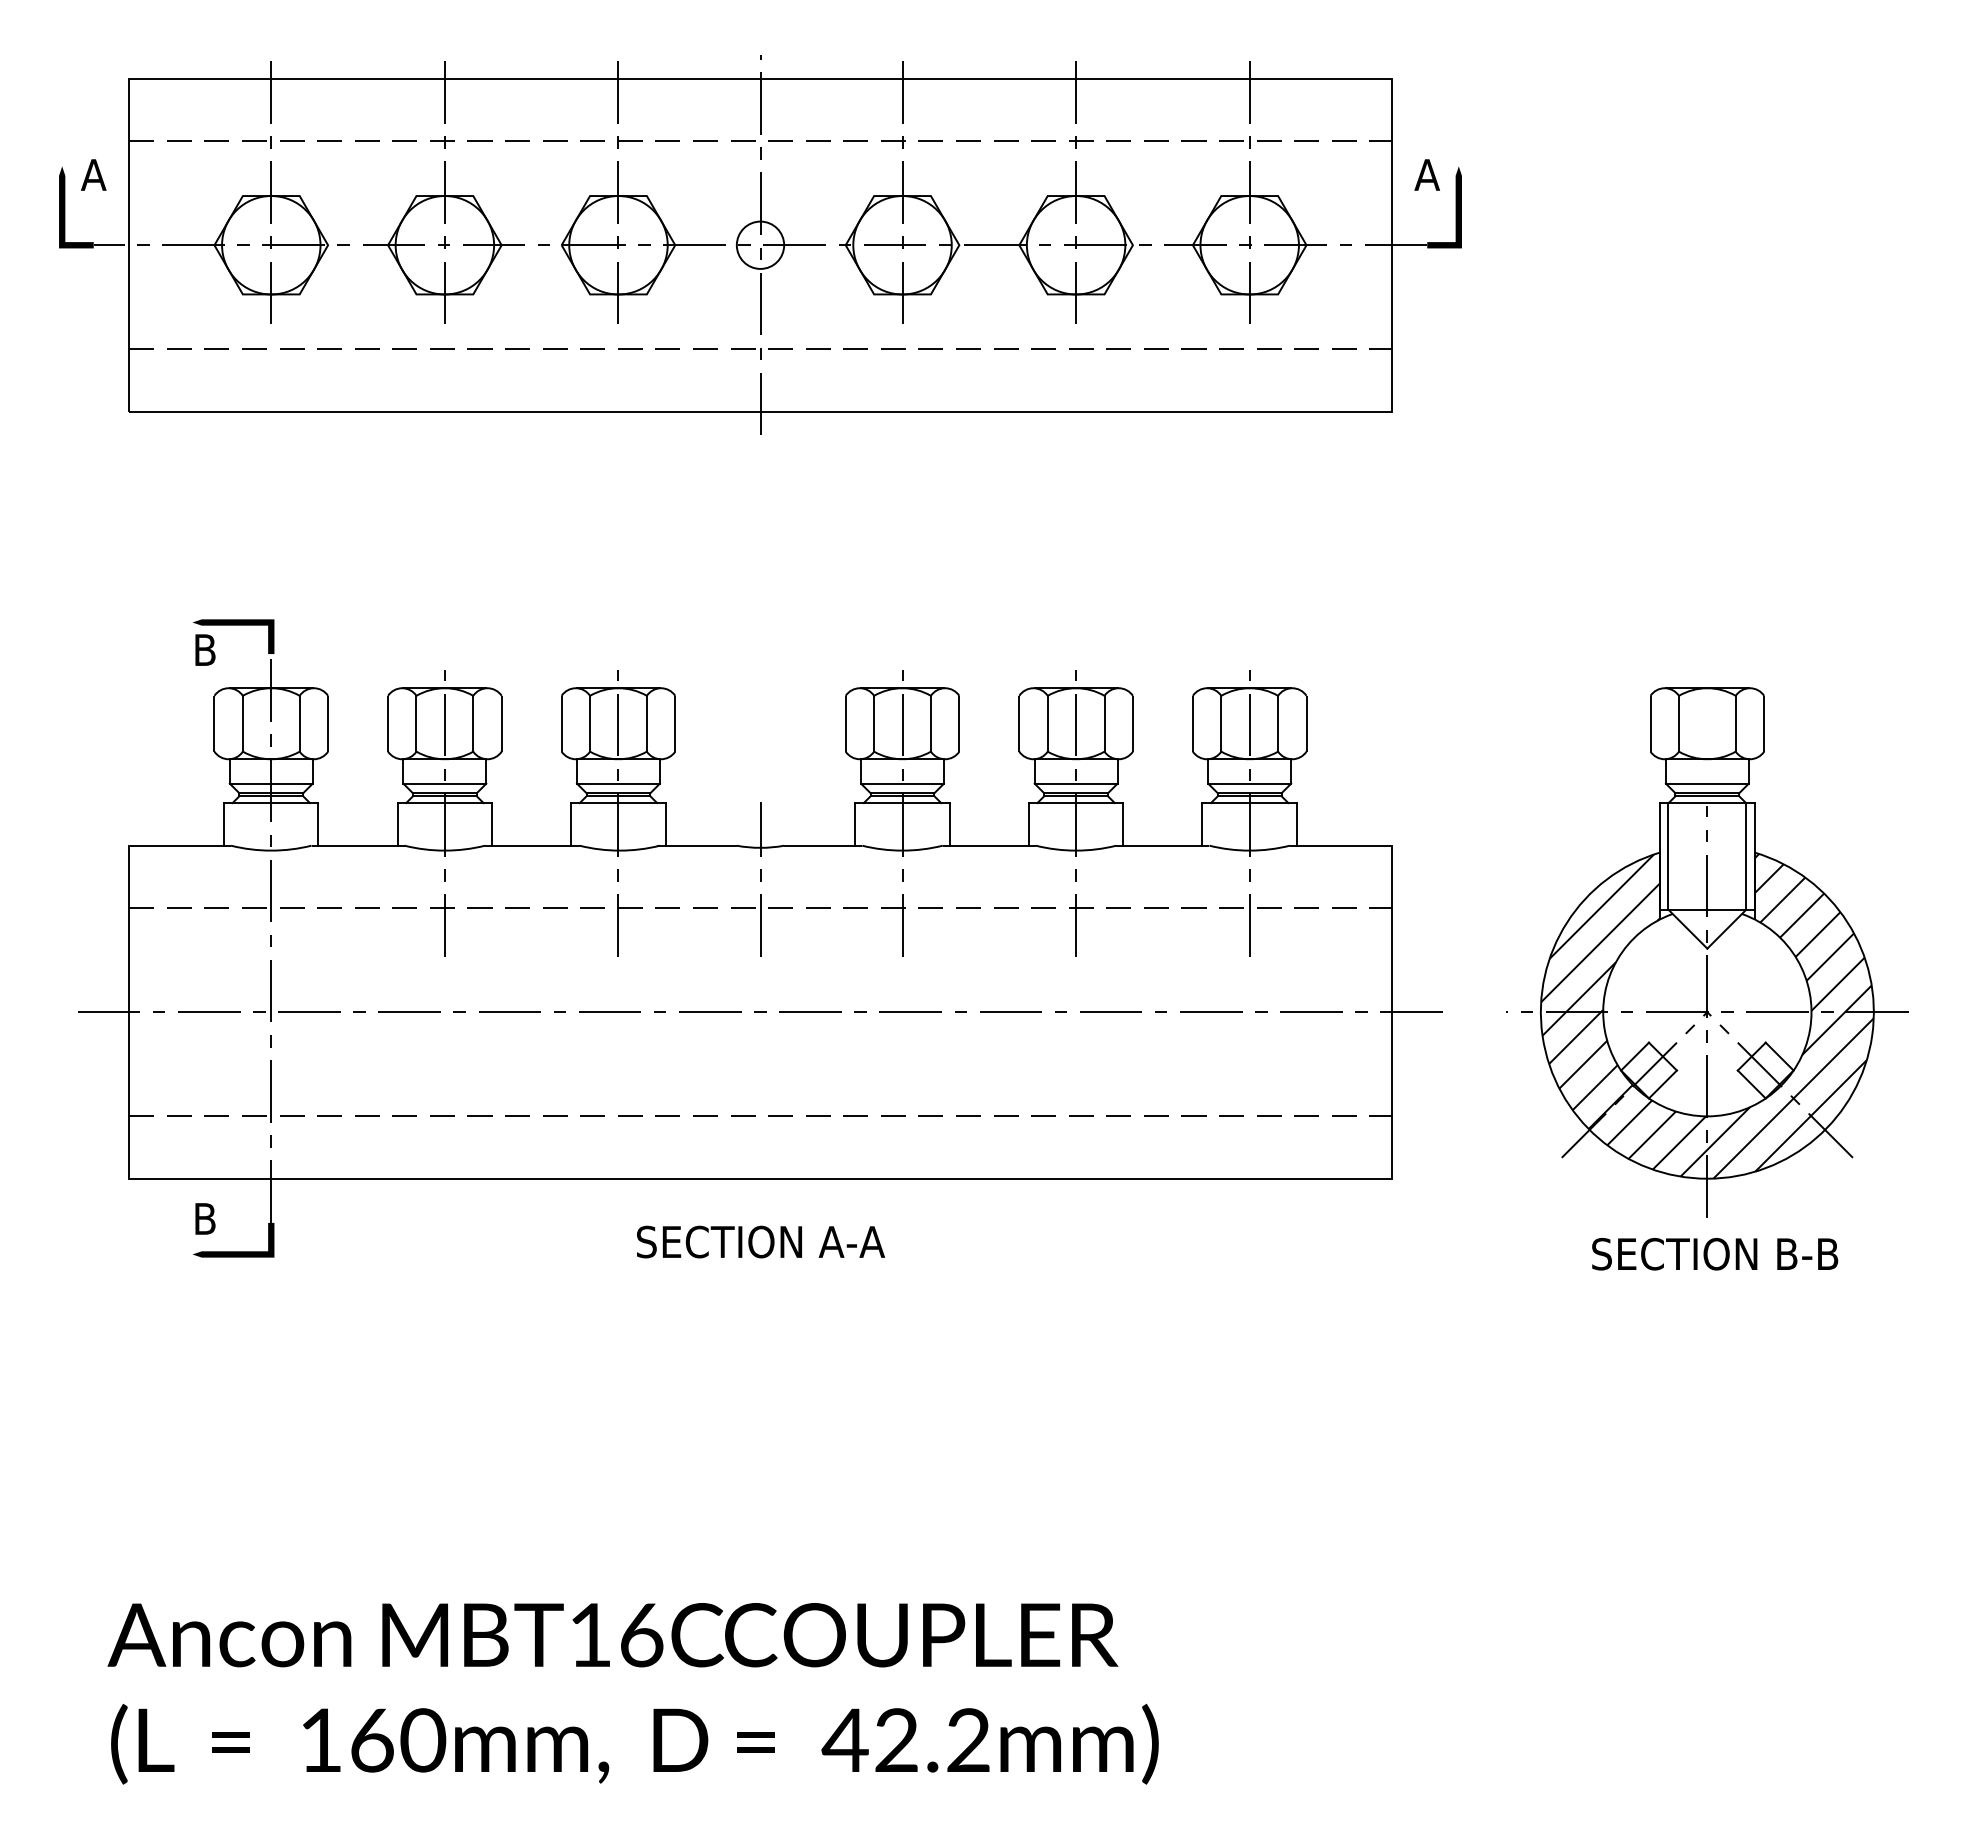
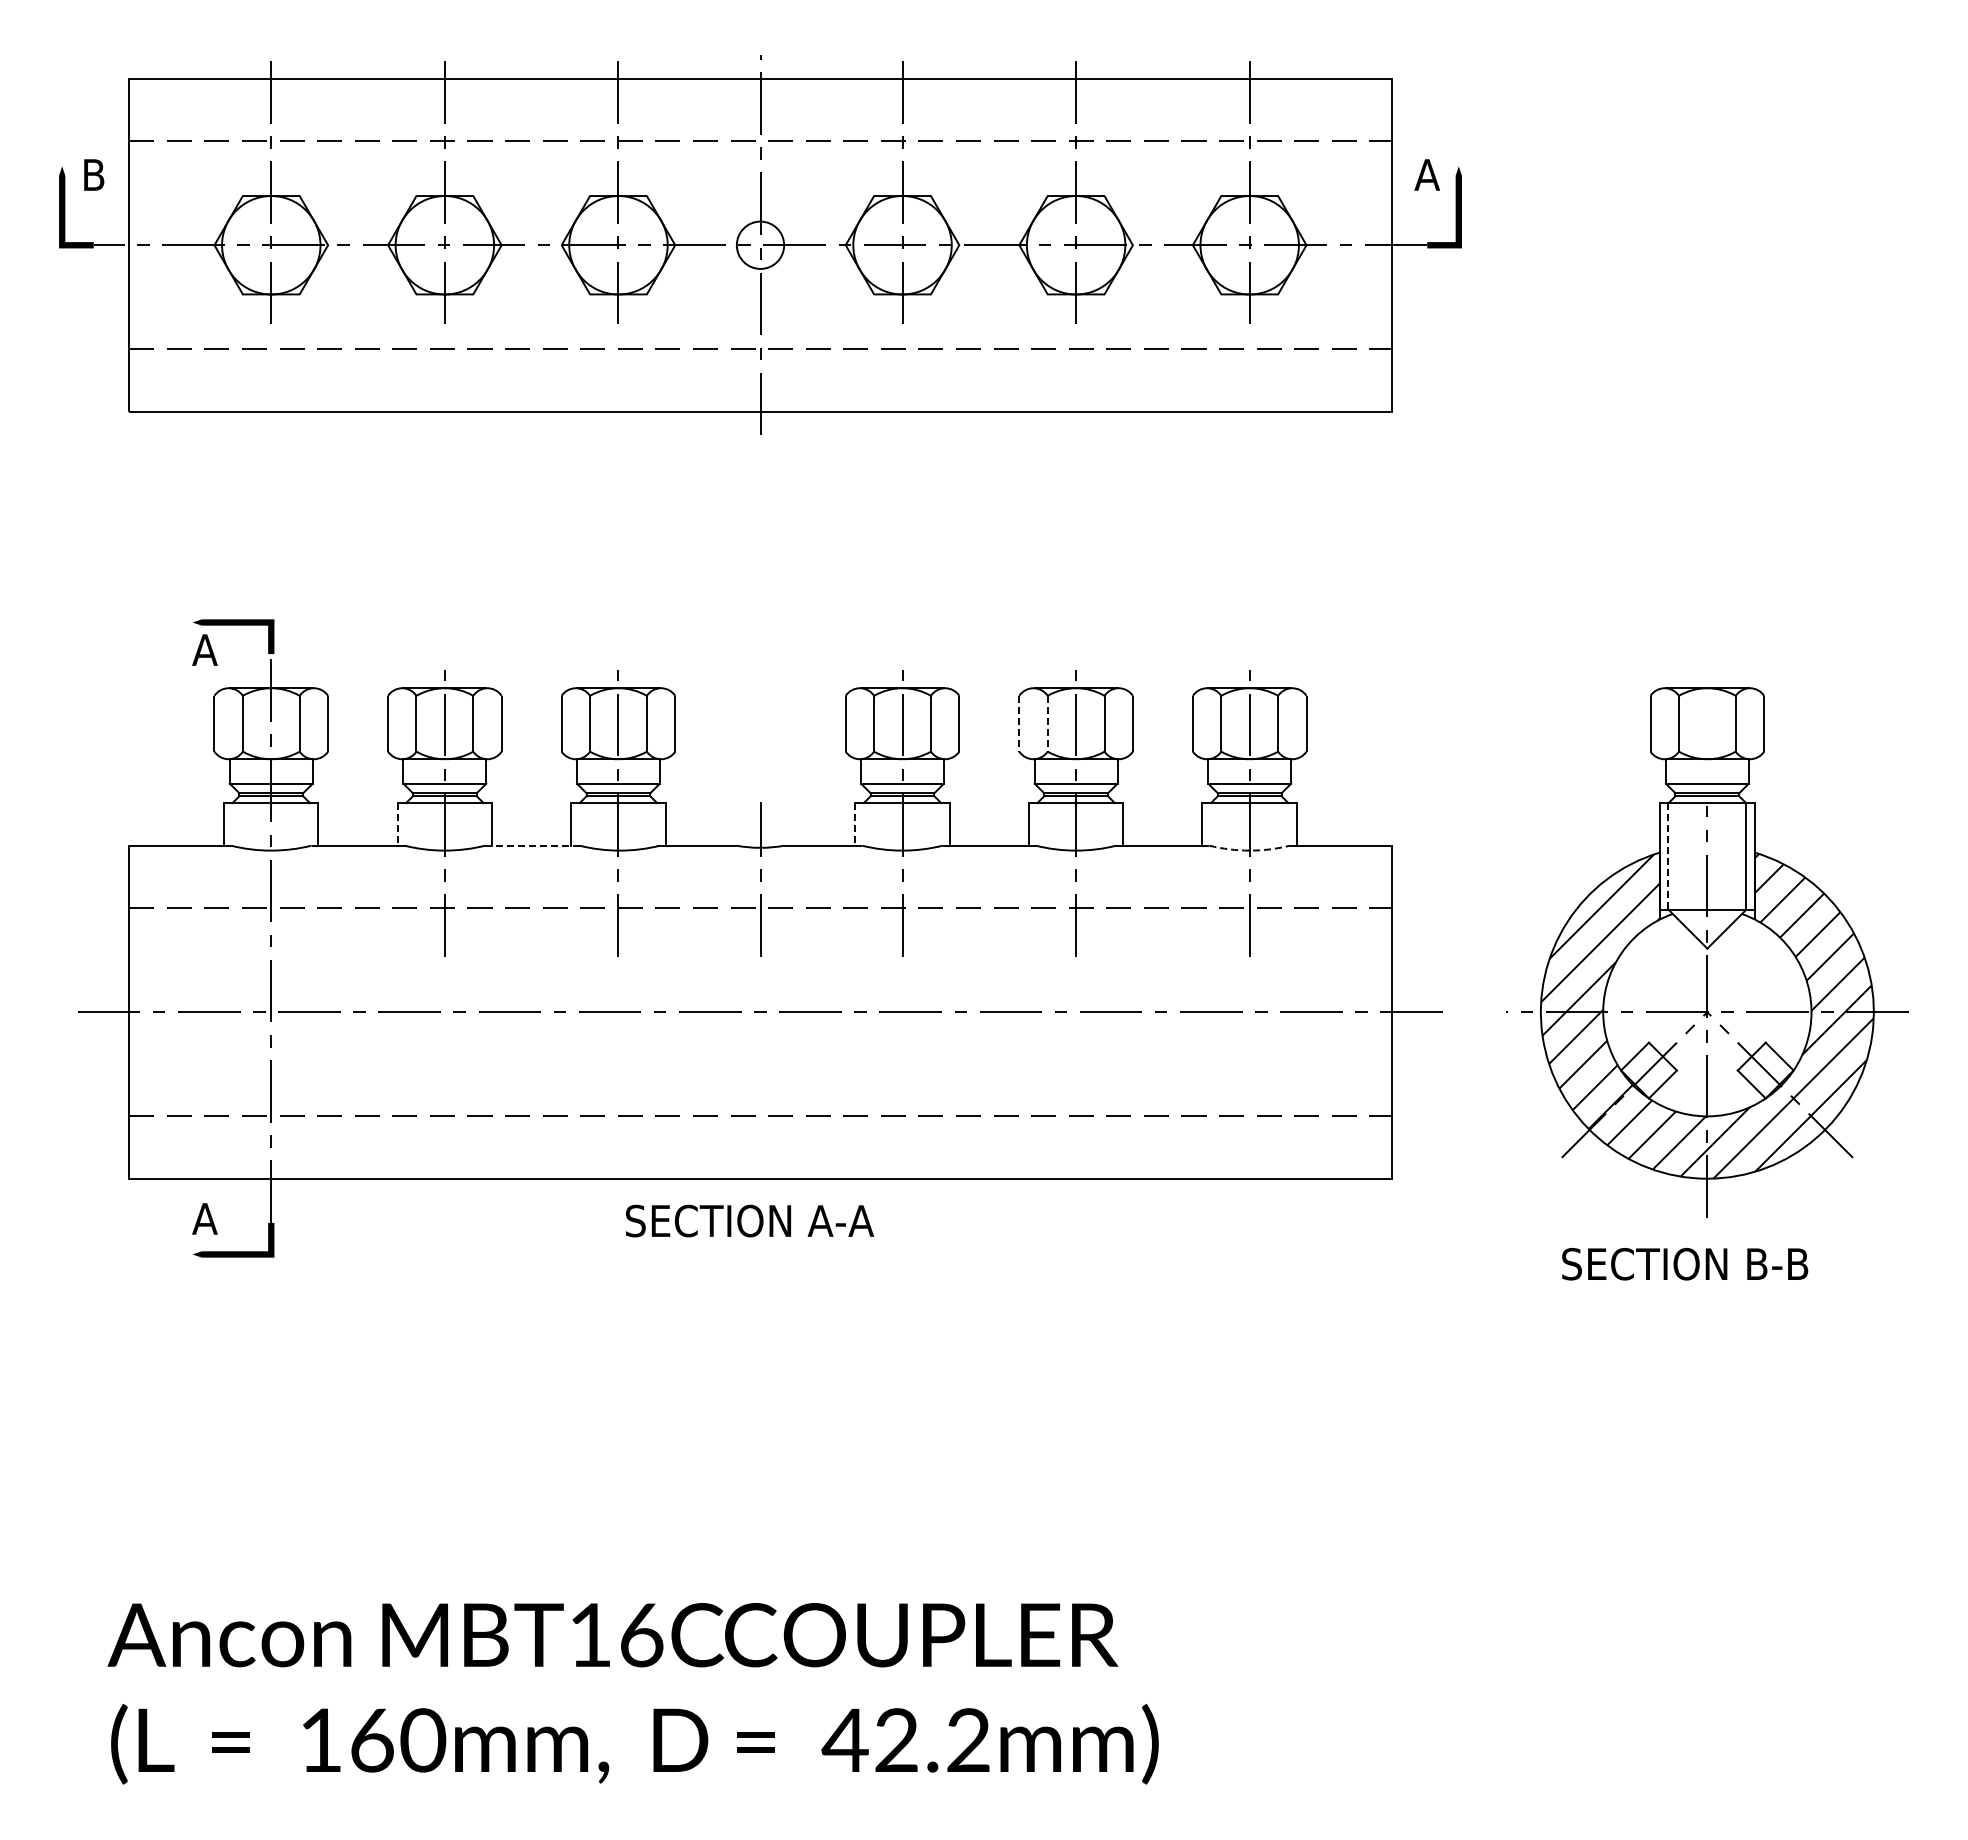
text at (93, 174): A -> B
text at (204, 649): B -> A
line at (1019, 723): solid -> dashed
line at (1047, 723): solid -> dashed
line at (397, 824): solid -> dashed
line at (855, 824): solid -> dashed
line at (531, 845): solid -> dashed
arc at (1249, 850): solid -> dashed
line at (1668, 857): solid -> dashed
text at (204, 1218): B -> A
text at (761, 1241) position: (761, 1241) -> (750, 1220)
text at (1715, 1254) position: (1715, 1254) -> (1685, 1264)
